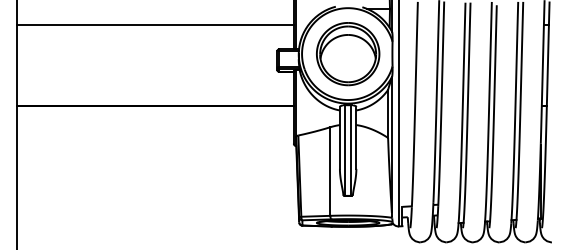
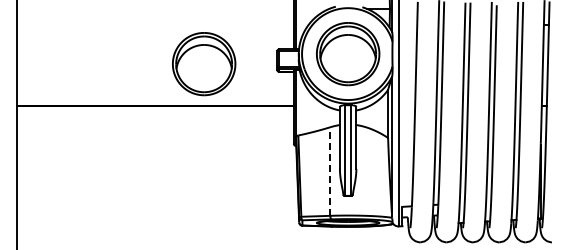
line at (155, 25): present -> none
part at (204, 64): none -> present
line at (330, 171): solid -> dashed
